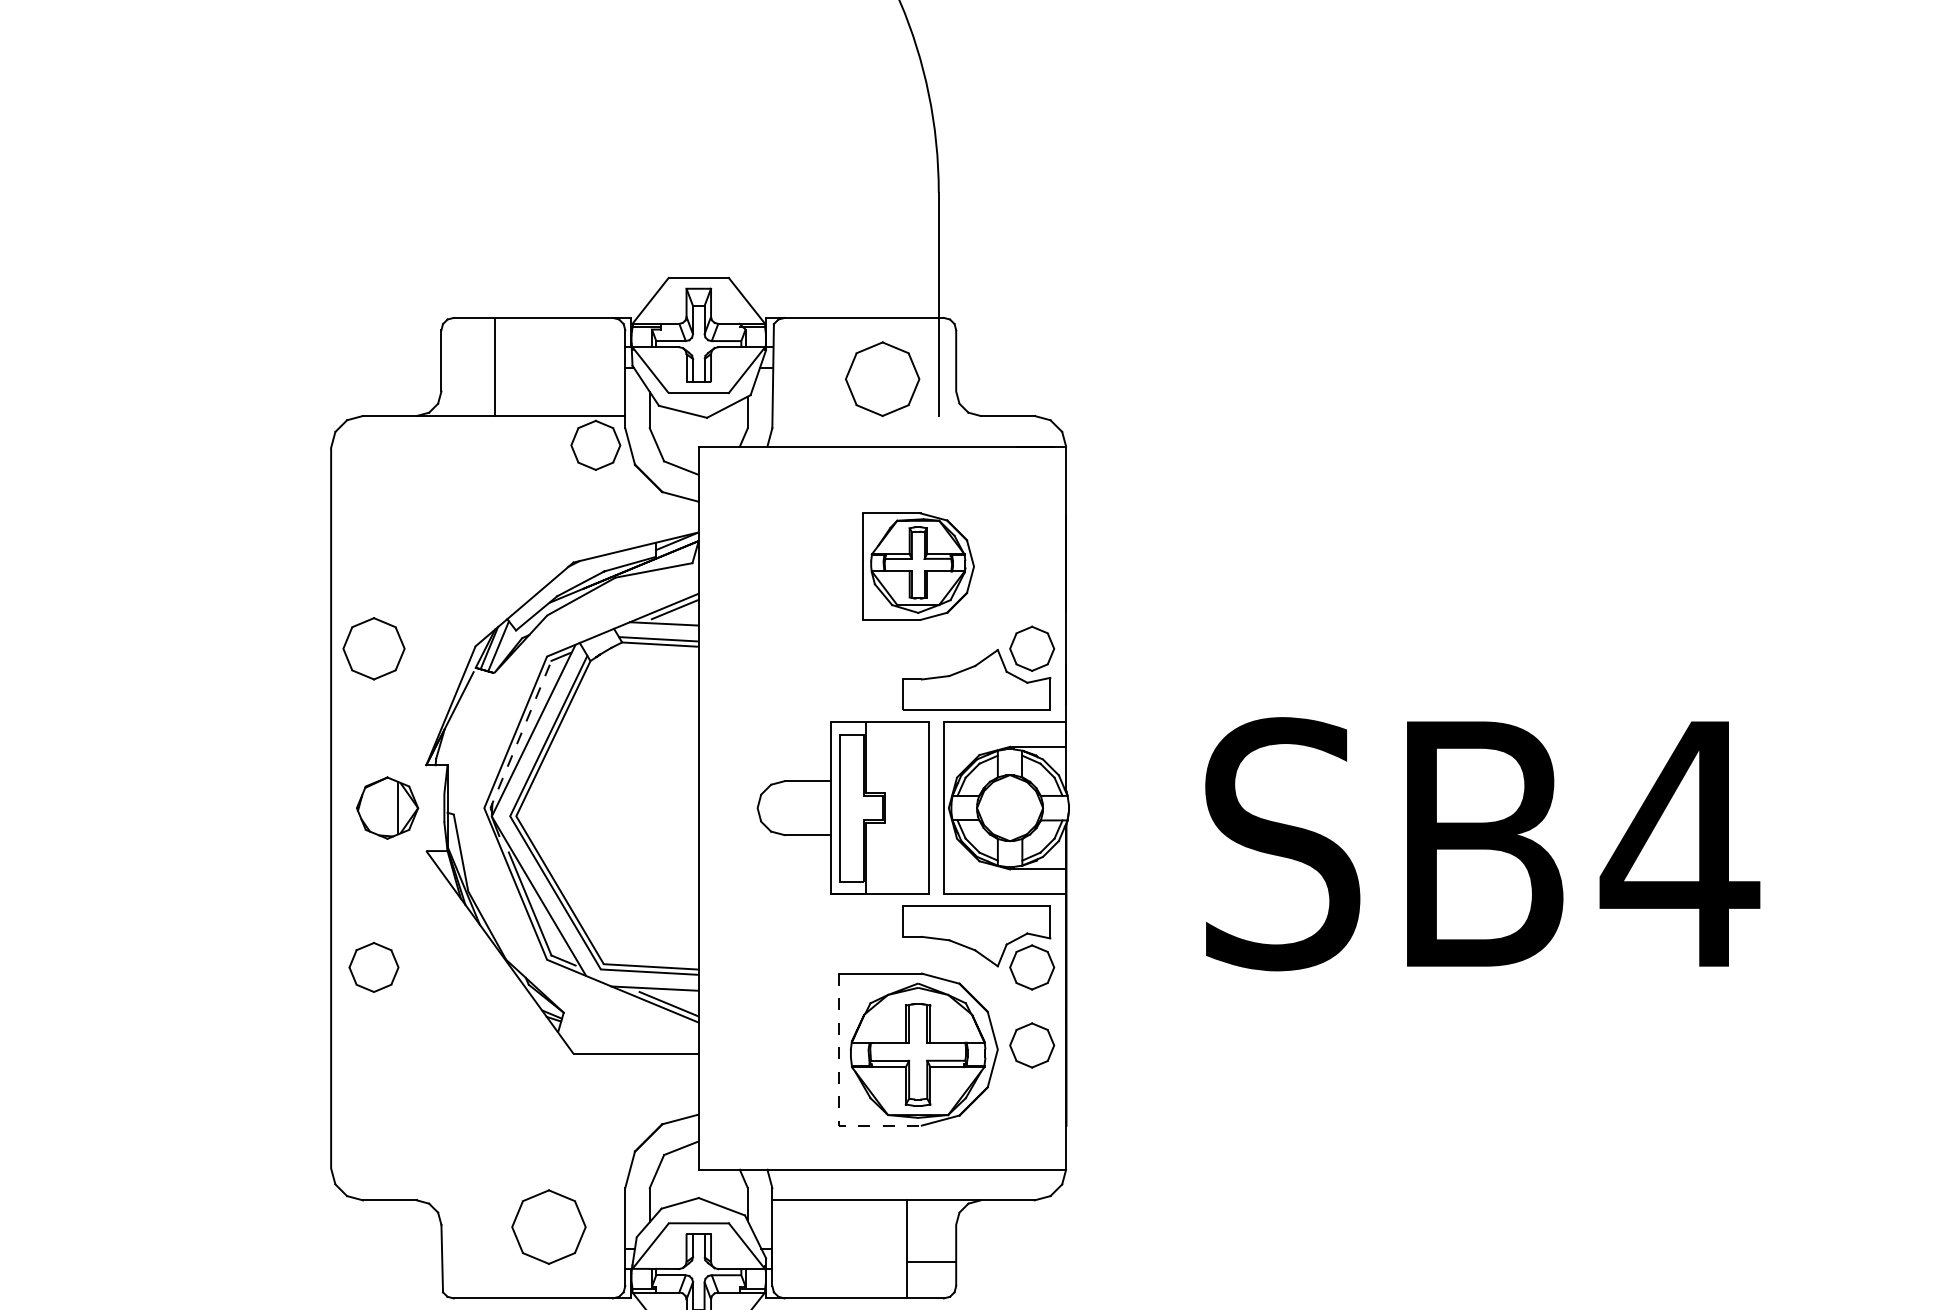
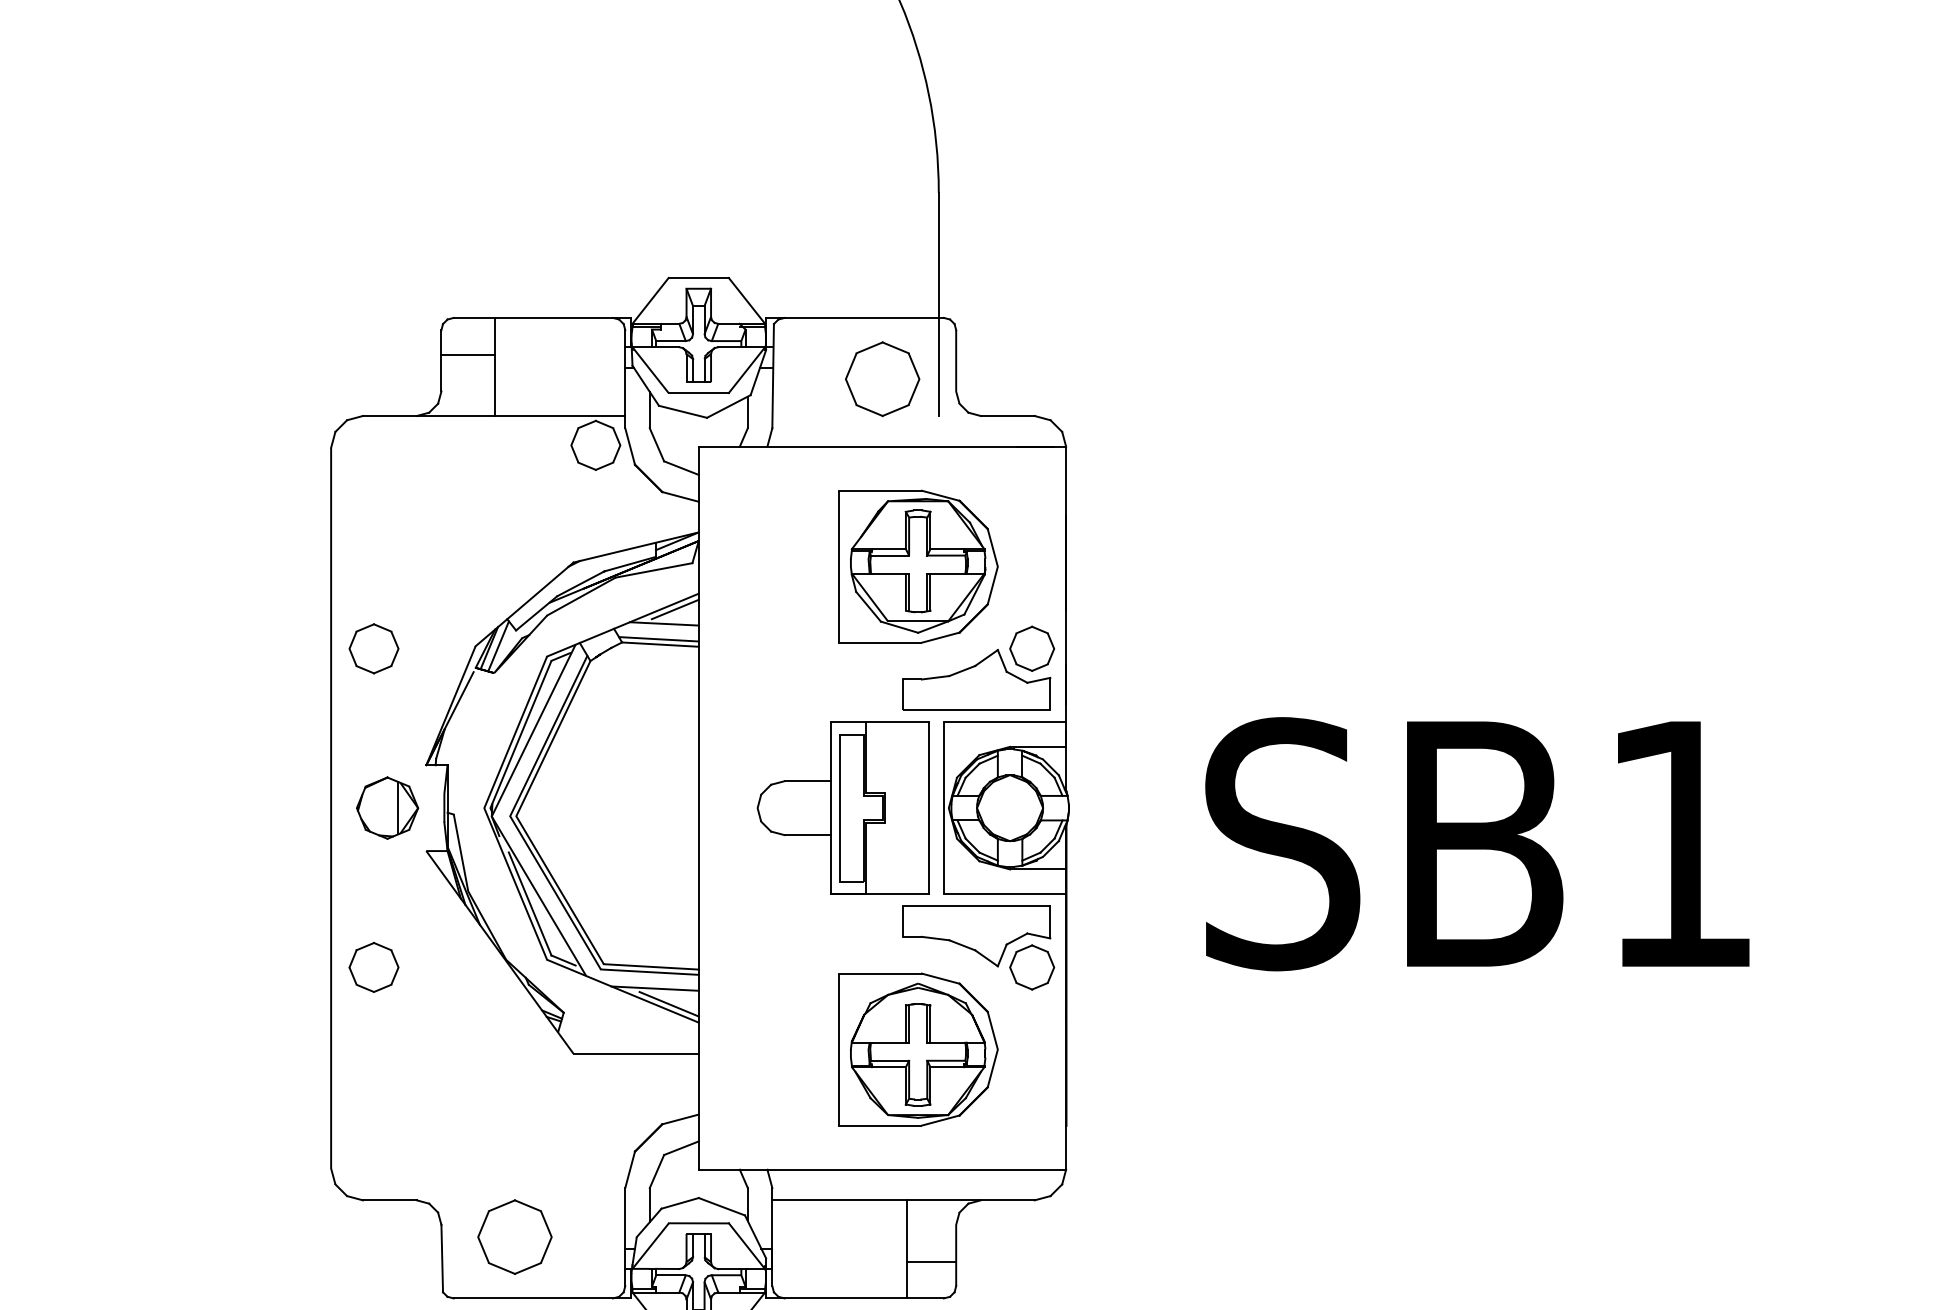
line at (468, 354): none -> present
part at (918, 566) size: 113x109 px -> 161x155 px
part at (373, 648) size: 64x64 px -> 52x52 px
line at (519, 737): dashed -> solid
text at (1679, 843): SB4 -> SB1
part at (1032, 1045): present -> none
line at (838, 1092): dashed -> solid
part at (548, 1226) position: (548, 1226) -> (514, 1236)
